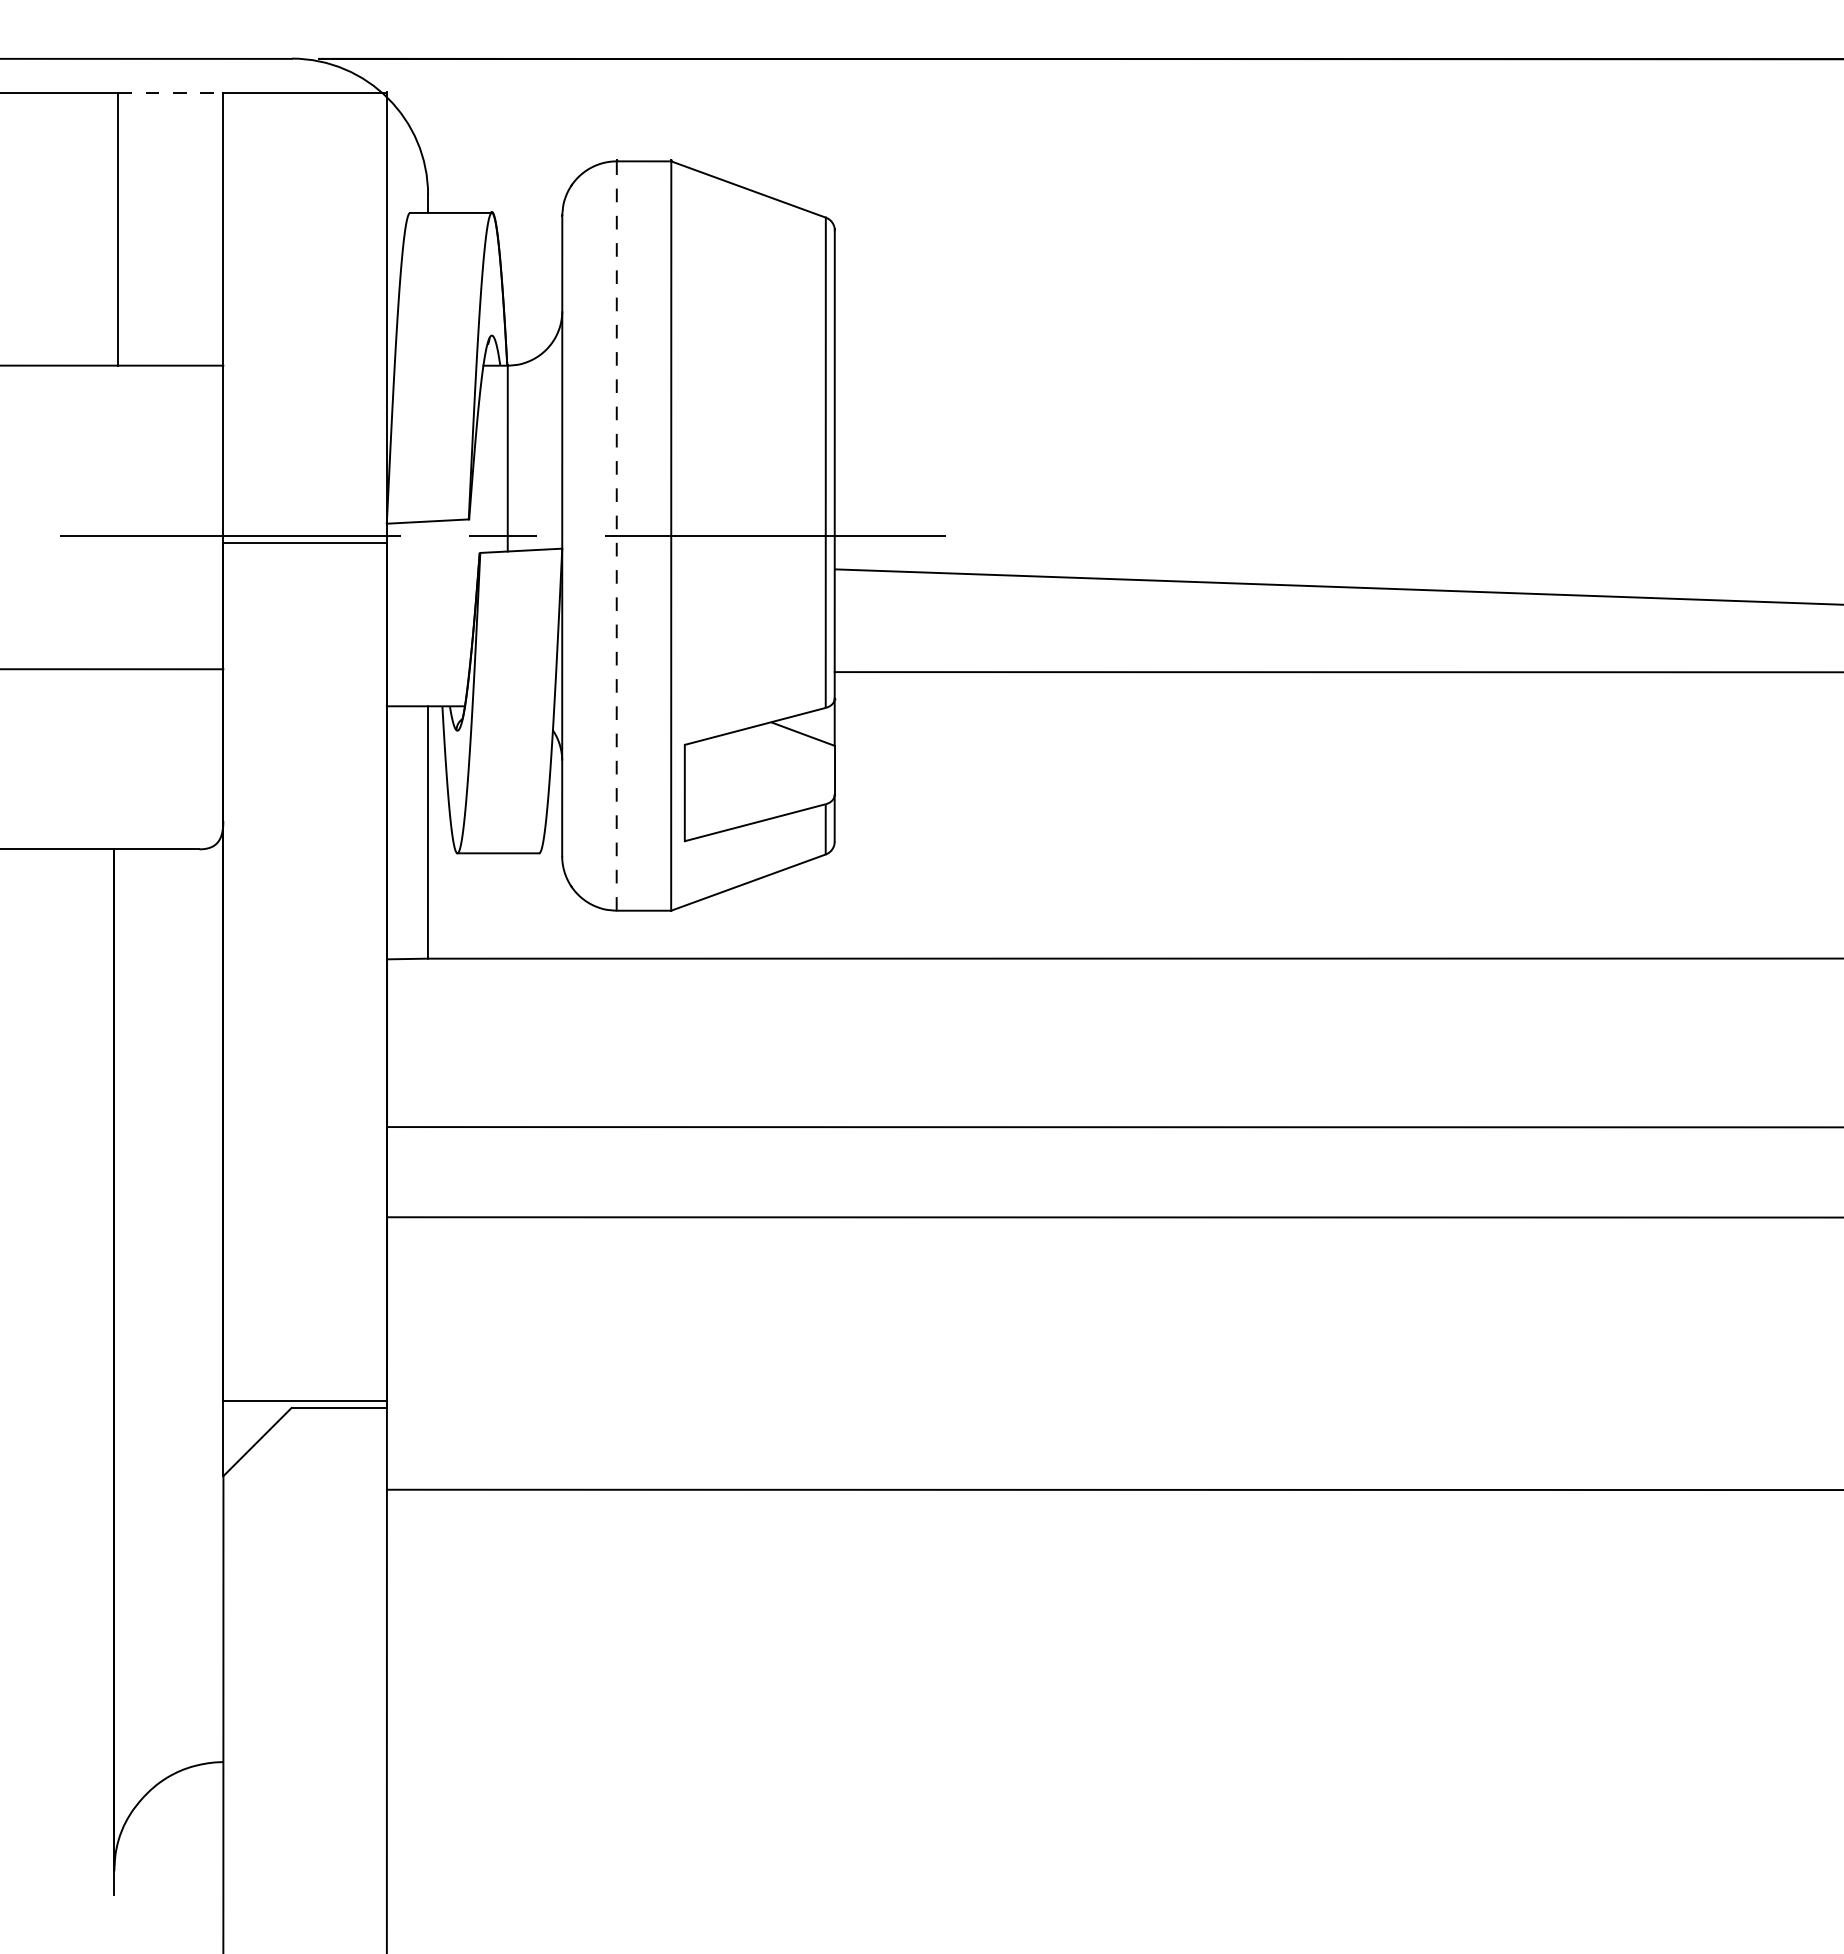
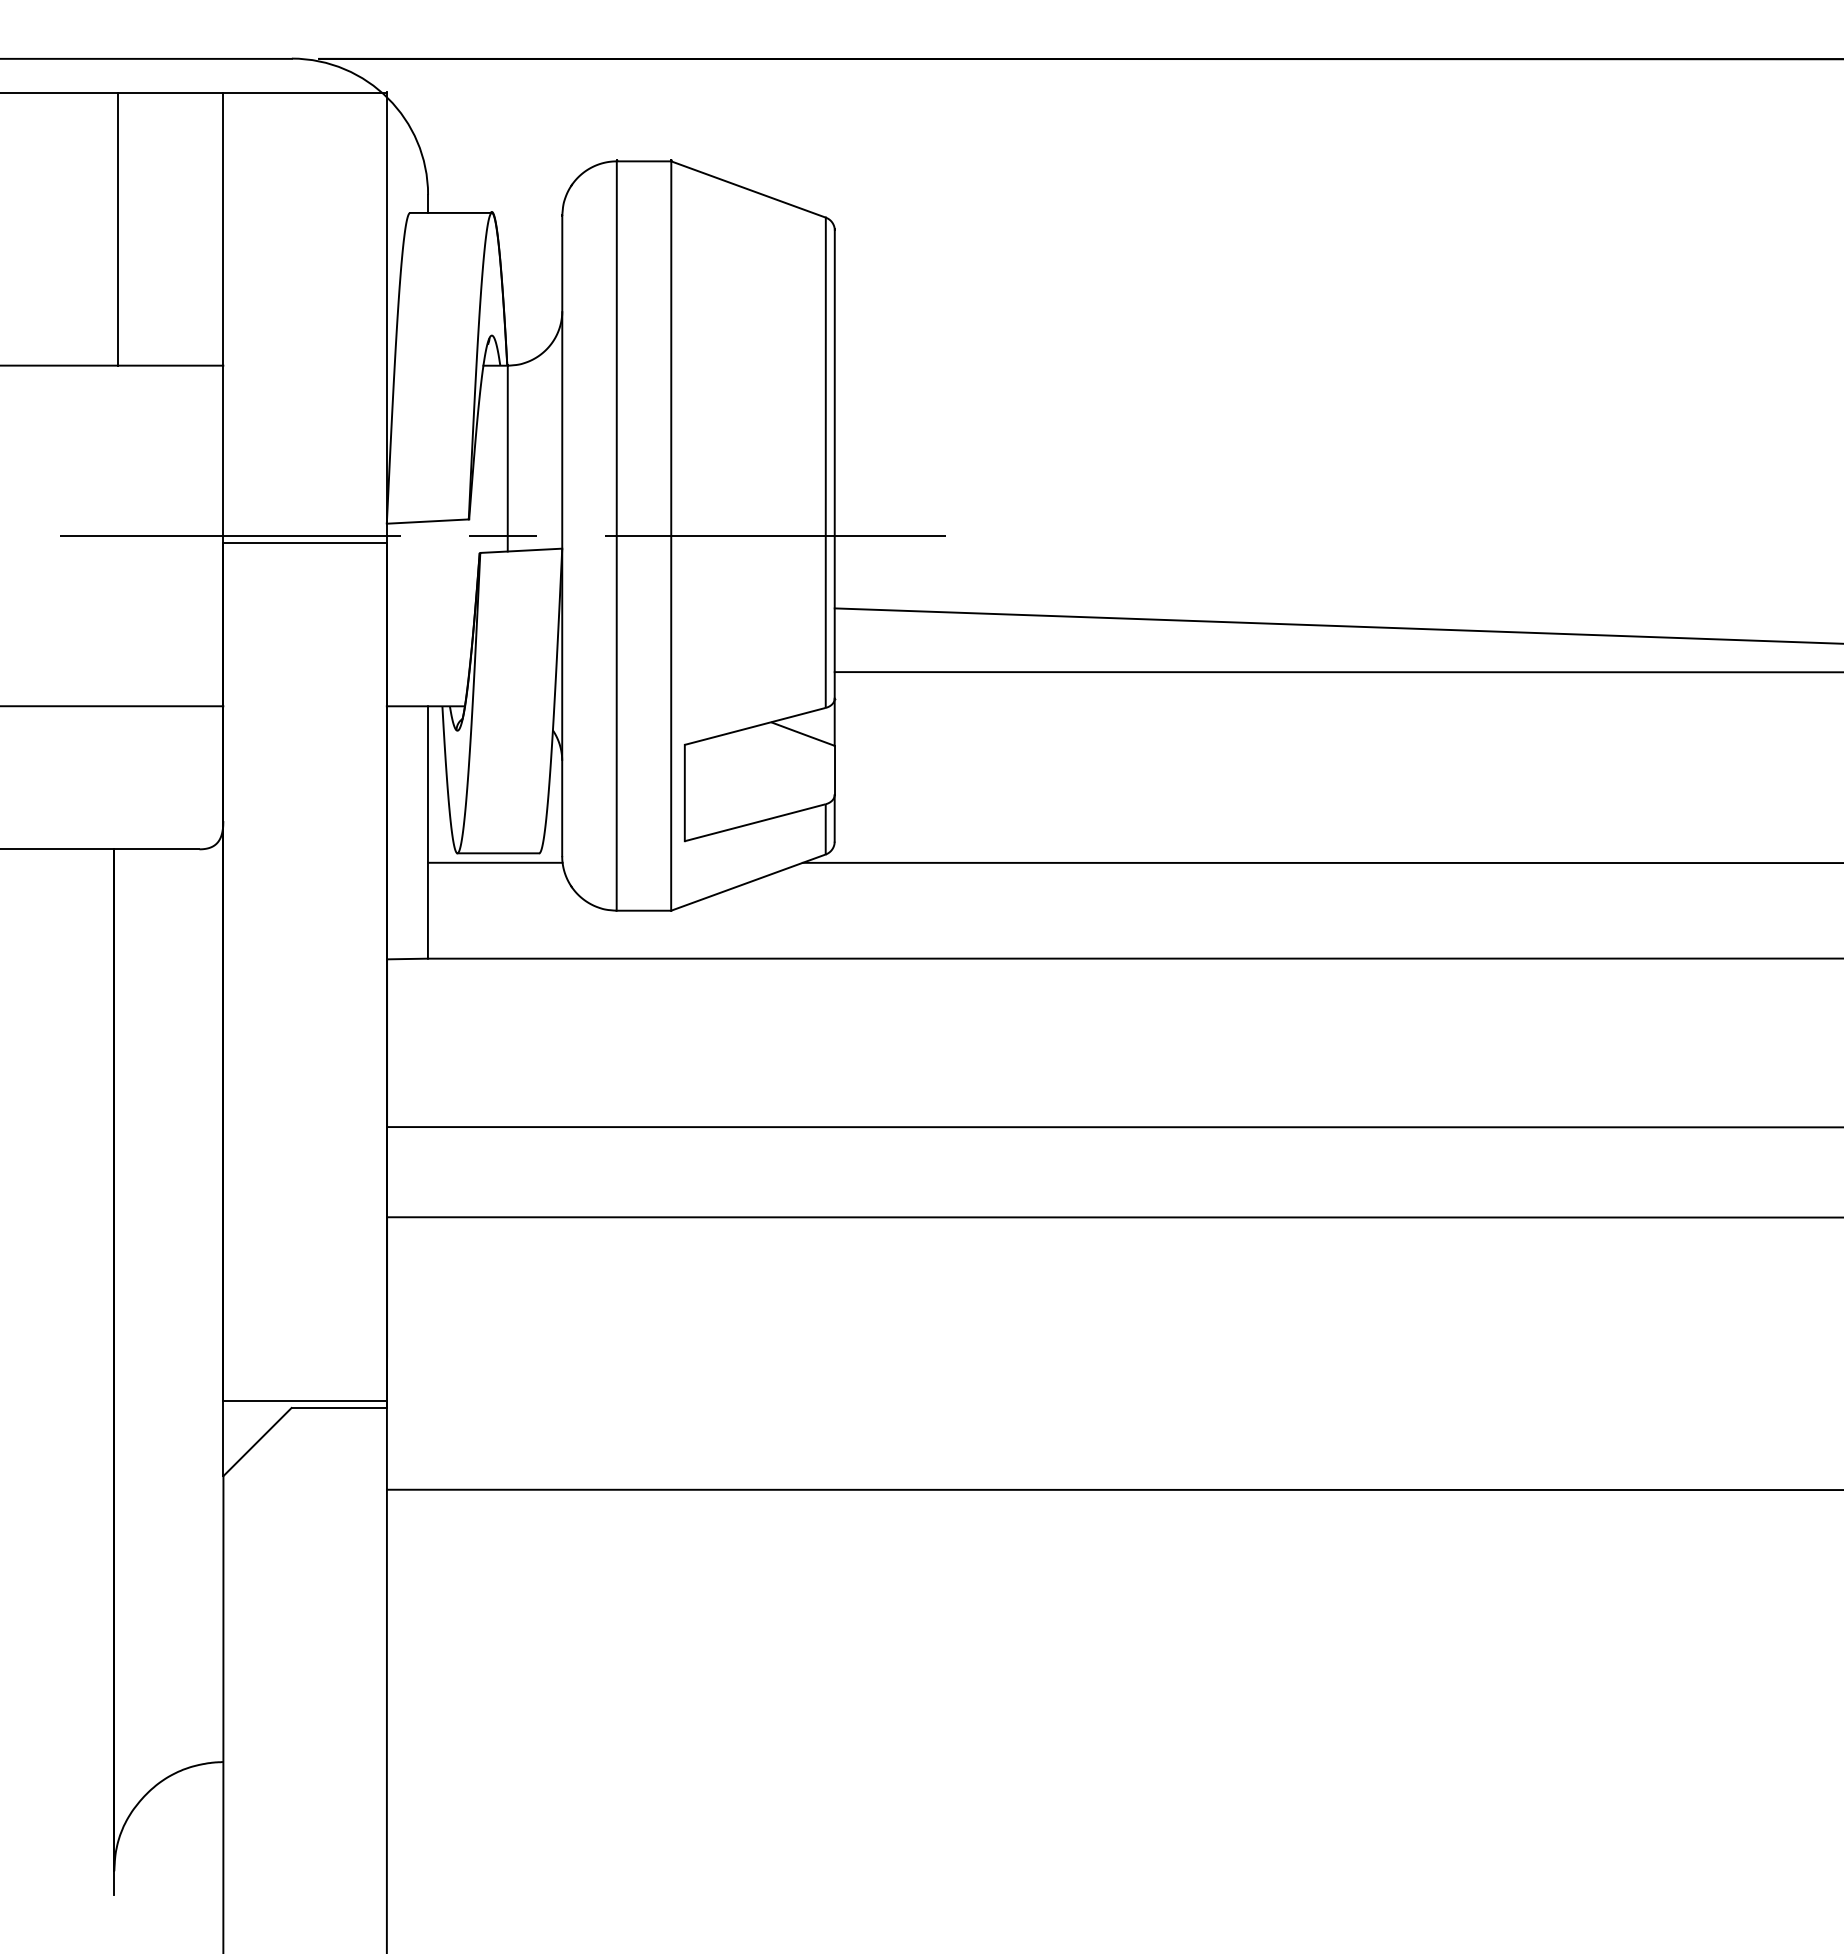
line at (171, 93): dashed -> solid
line at (616, 536): dashed -> solid
line at (1337, 586) position: (1337, 586) -> (1337, 625)
line at (112, 669) position: (112, 669) -> (112, 706)
line at (494, 862): none -> present
line at (1321, 862): none -> present
